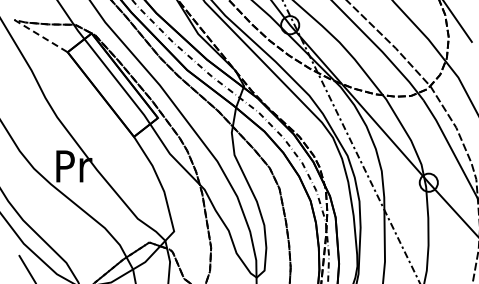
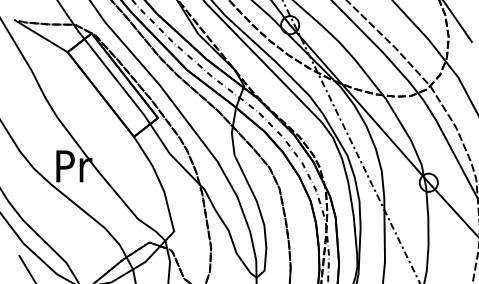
line at (41, 36): dashed -> solid
